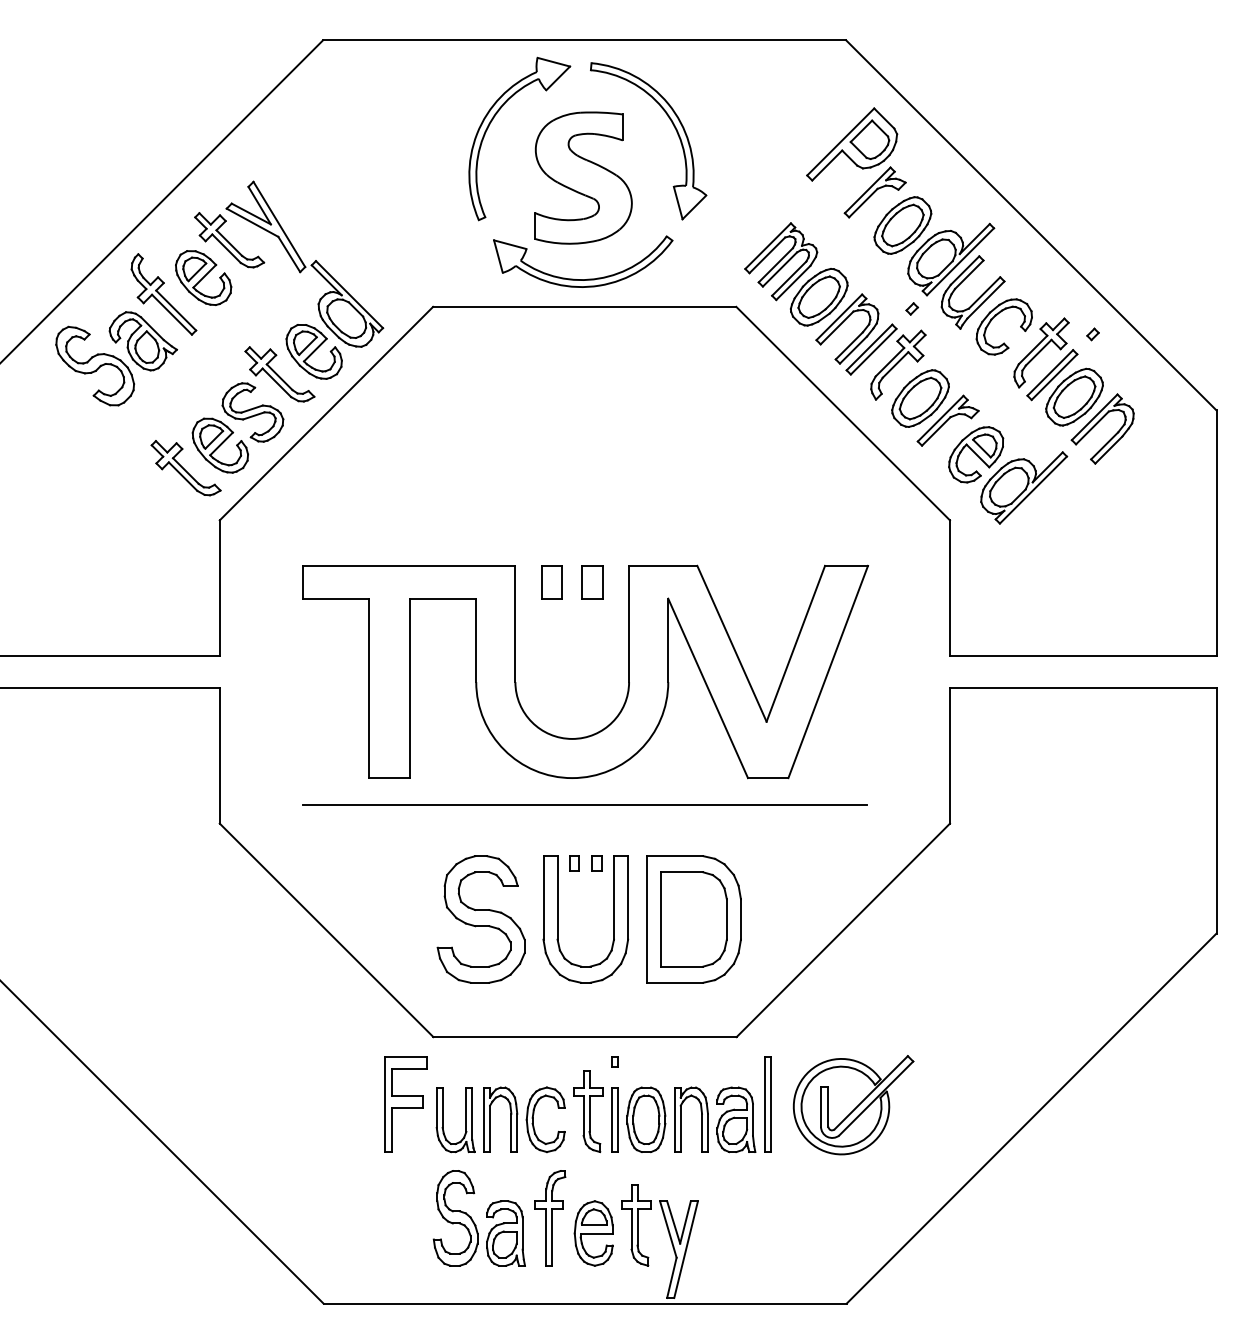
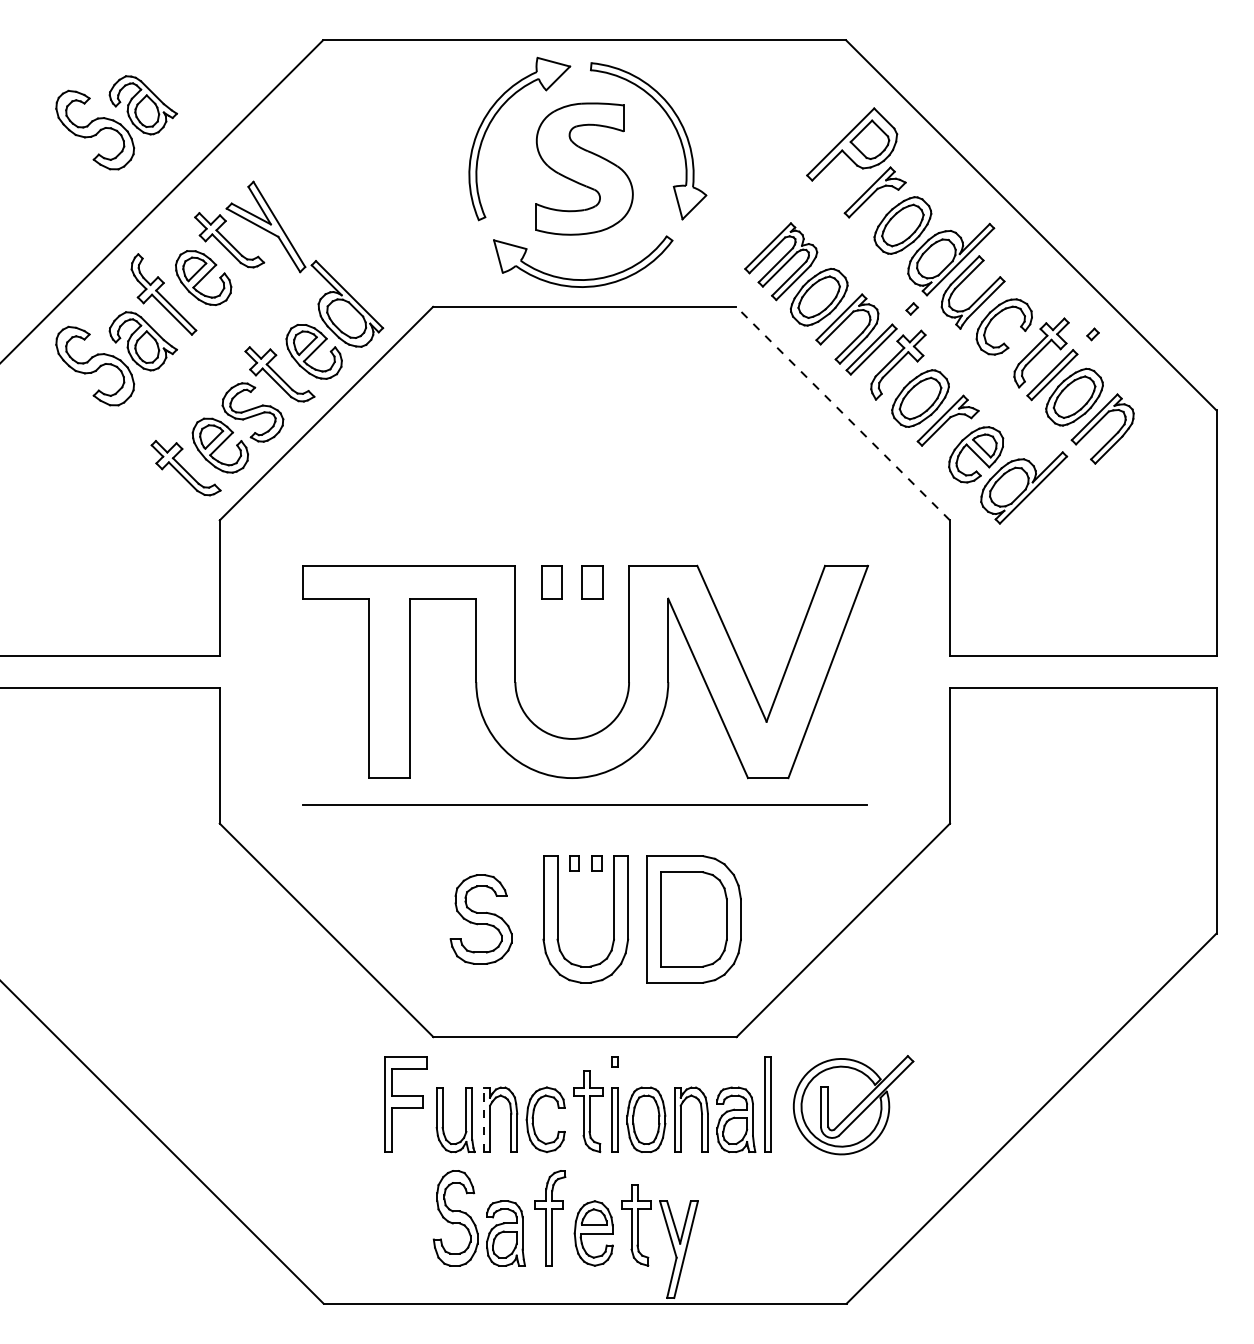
part at (116, 122): none -> present
part at (583, 177) position: (583, 177) -> (584, 168)
line at (842, 413): solid -> dashed
part at (480, 919) size: 90x129 px -> 64x91 px
line at (484, 1119): solid -> dashed
